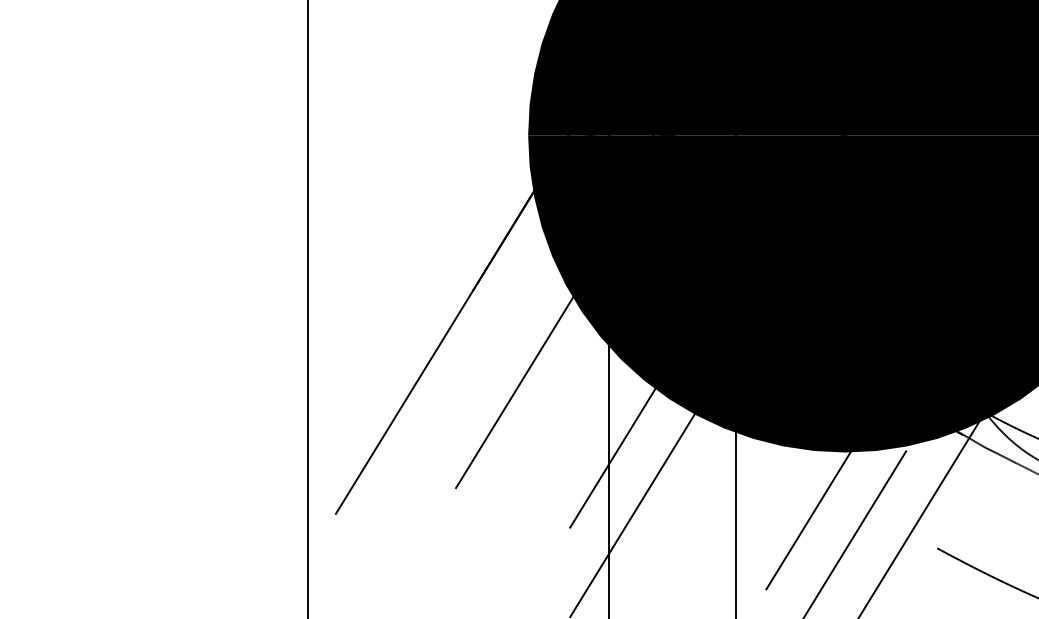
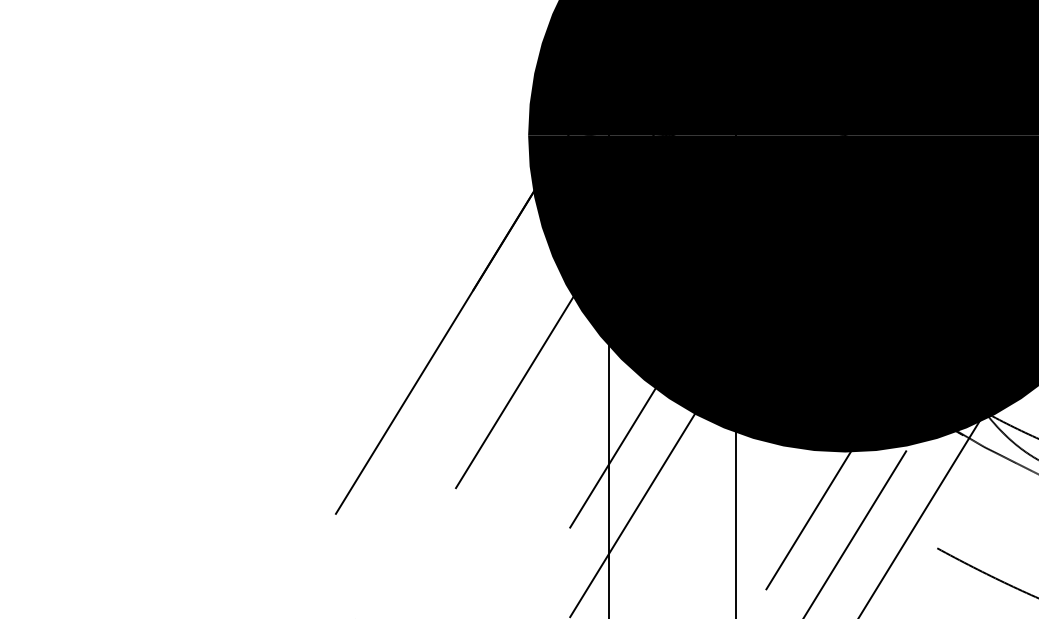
line at (307, 308): present -> none
